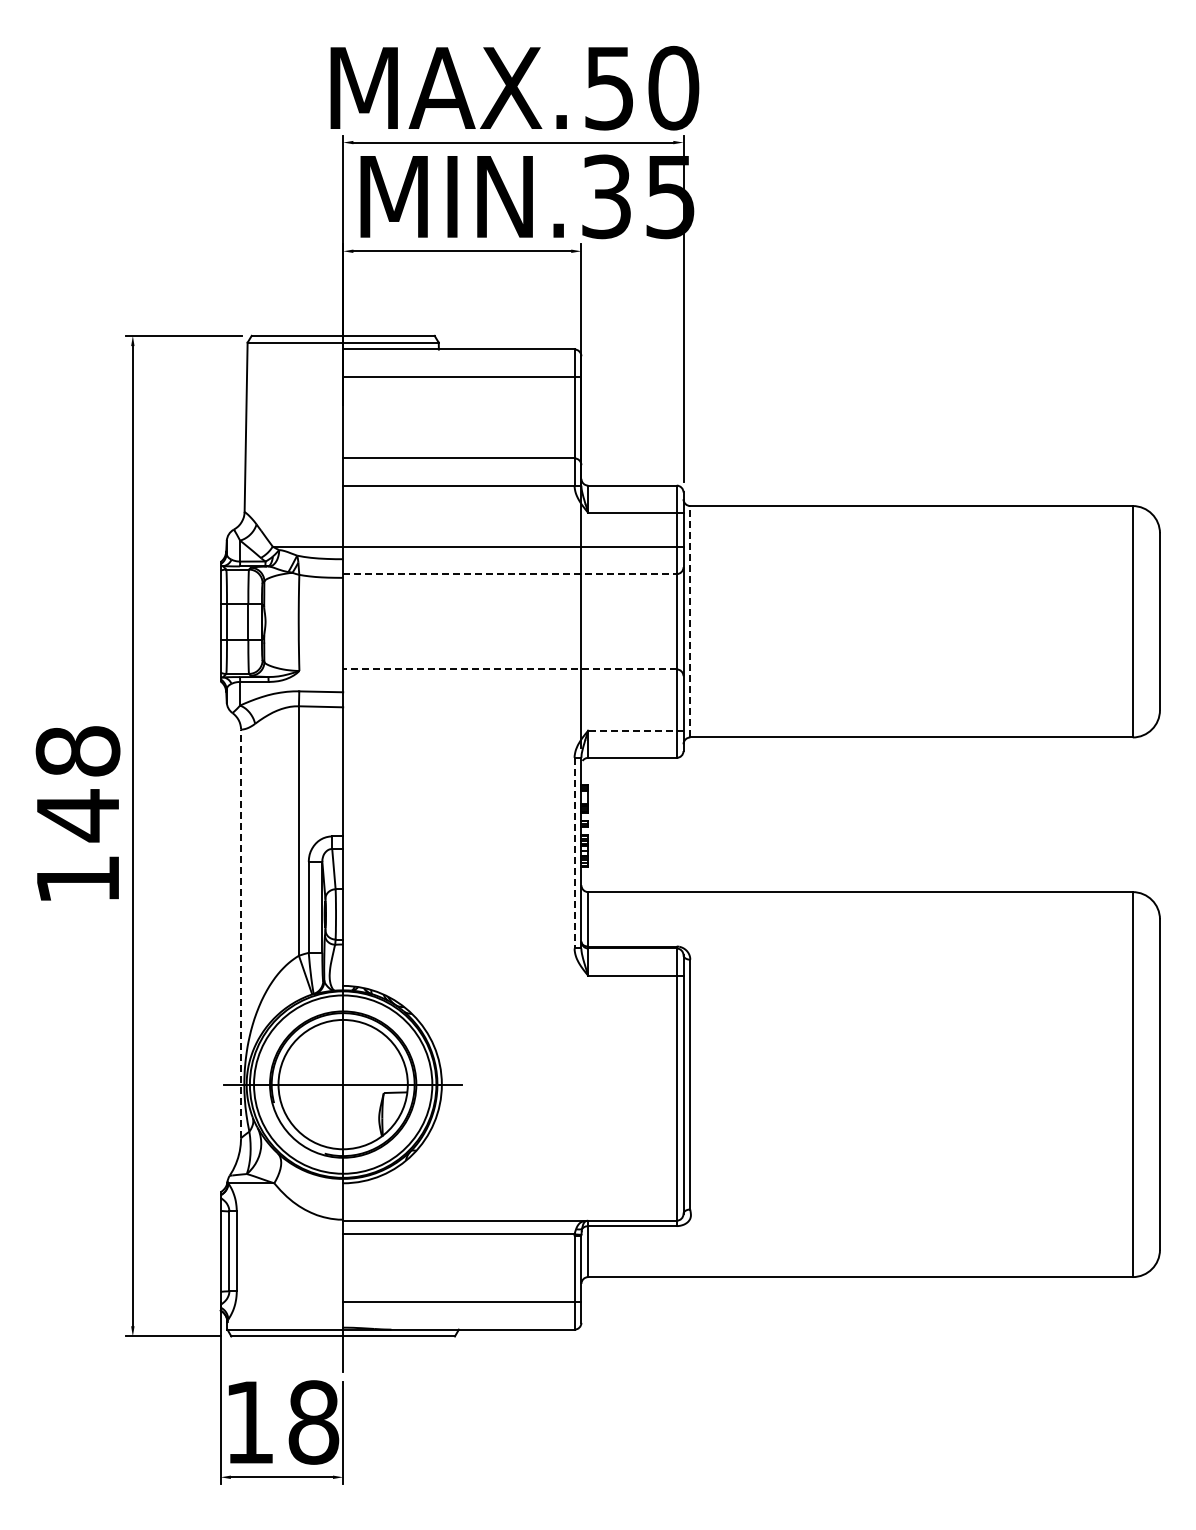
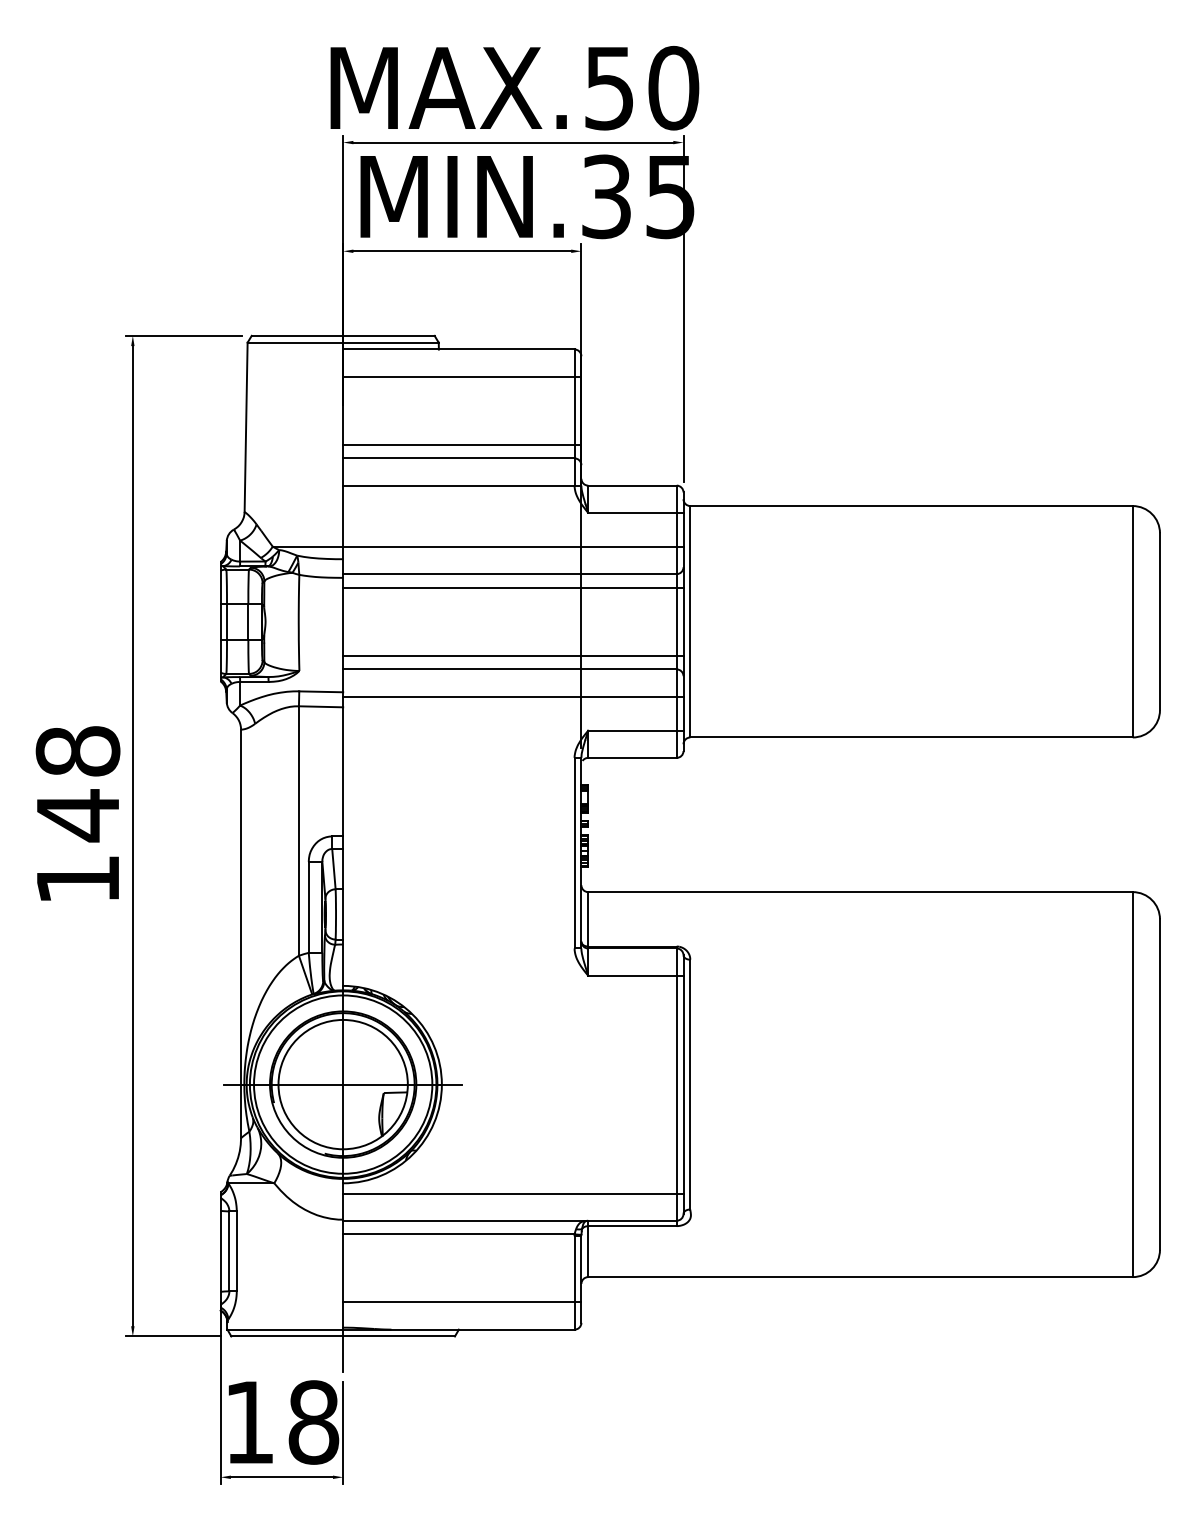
line at (462, 444): none -> present
line at (509, 574): dashed -> solid
line at (513, 587): none -> present
line at (690, 621): dashed -> solid
line at (513, 655): none -> present
line at (509, 669): dashed -> solid
line at (513, 696): none -> present
line at (635, 730): dashed -> solid
line at (574, 853): dashed -> solid
line at (241, 933): dashed -> solid
line at (513, 1193): none -> present
